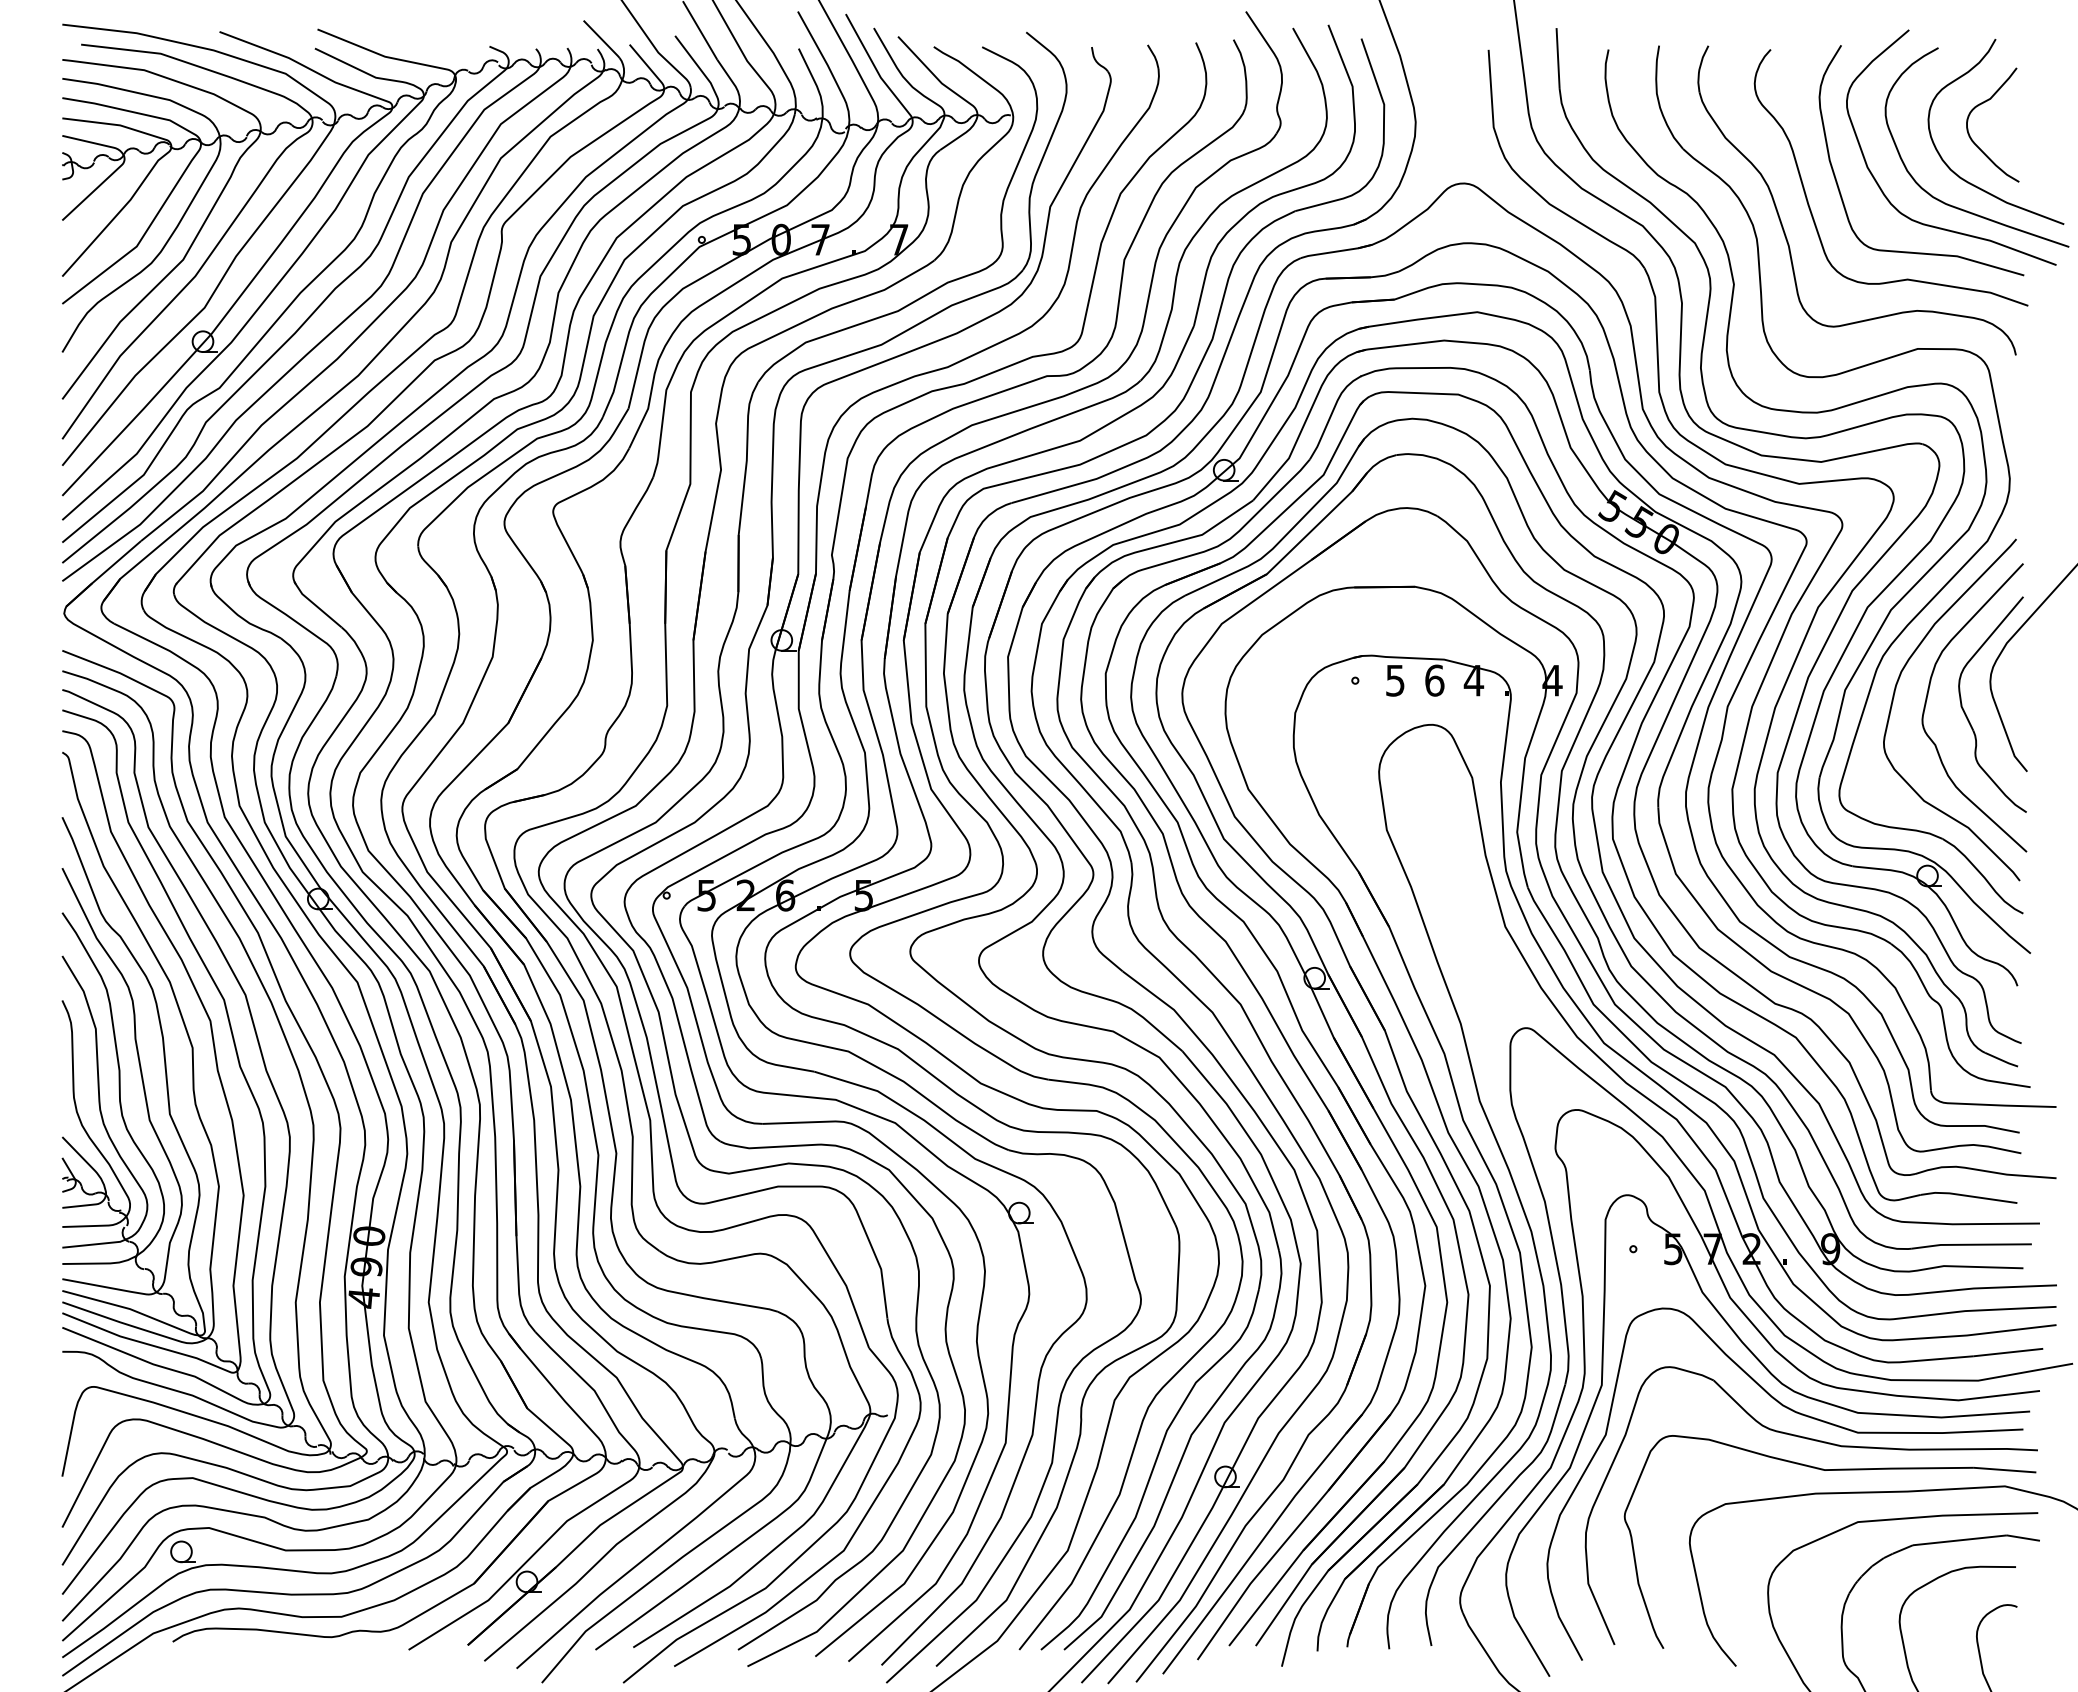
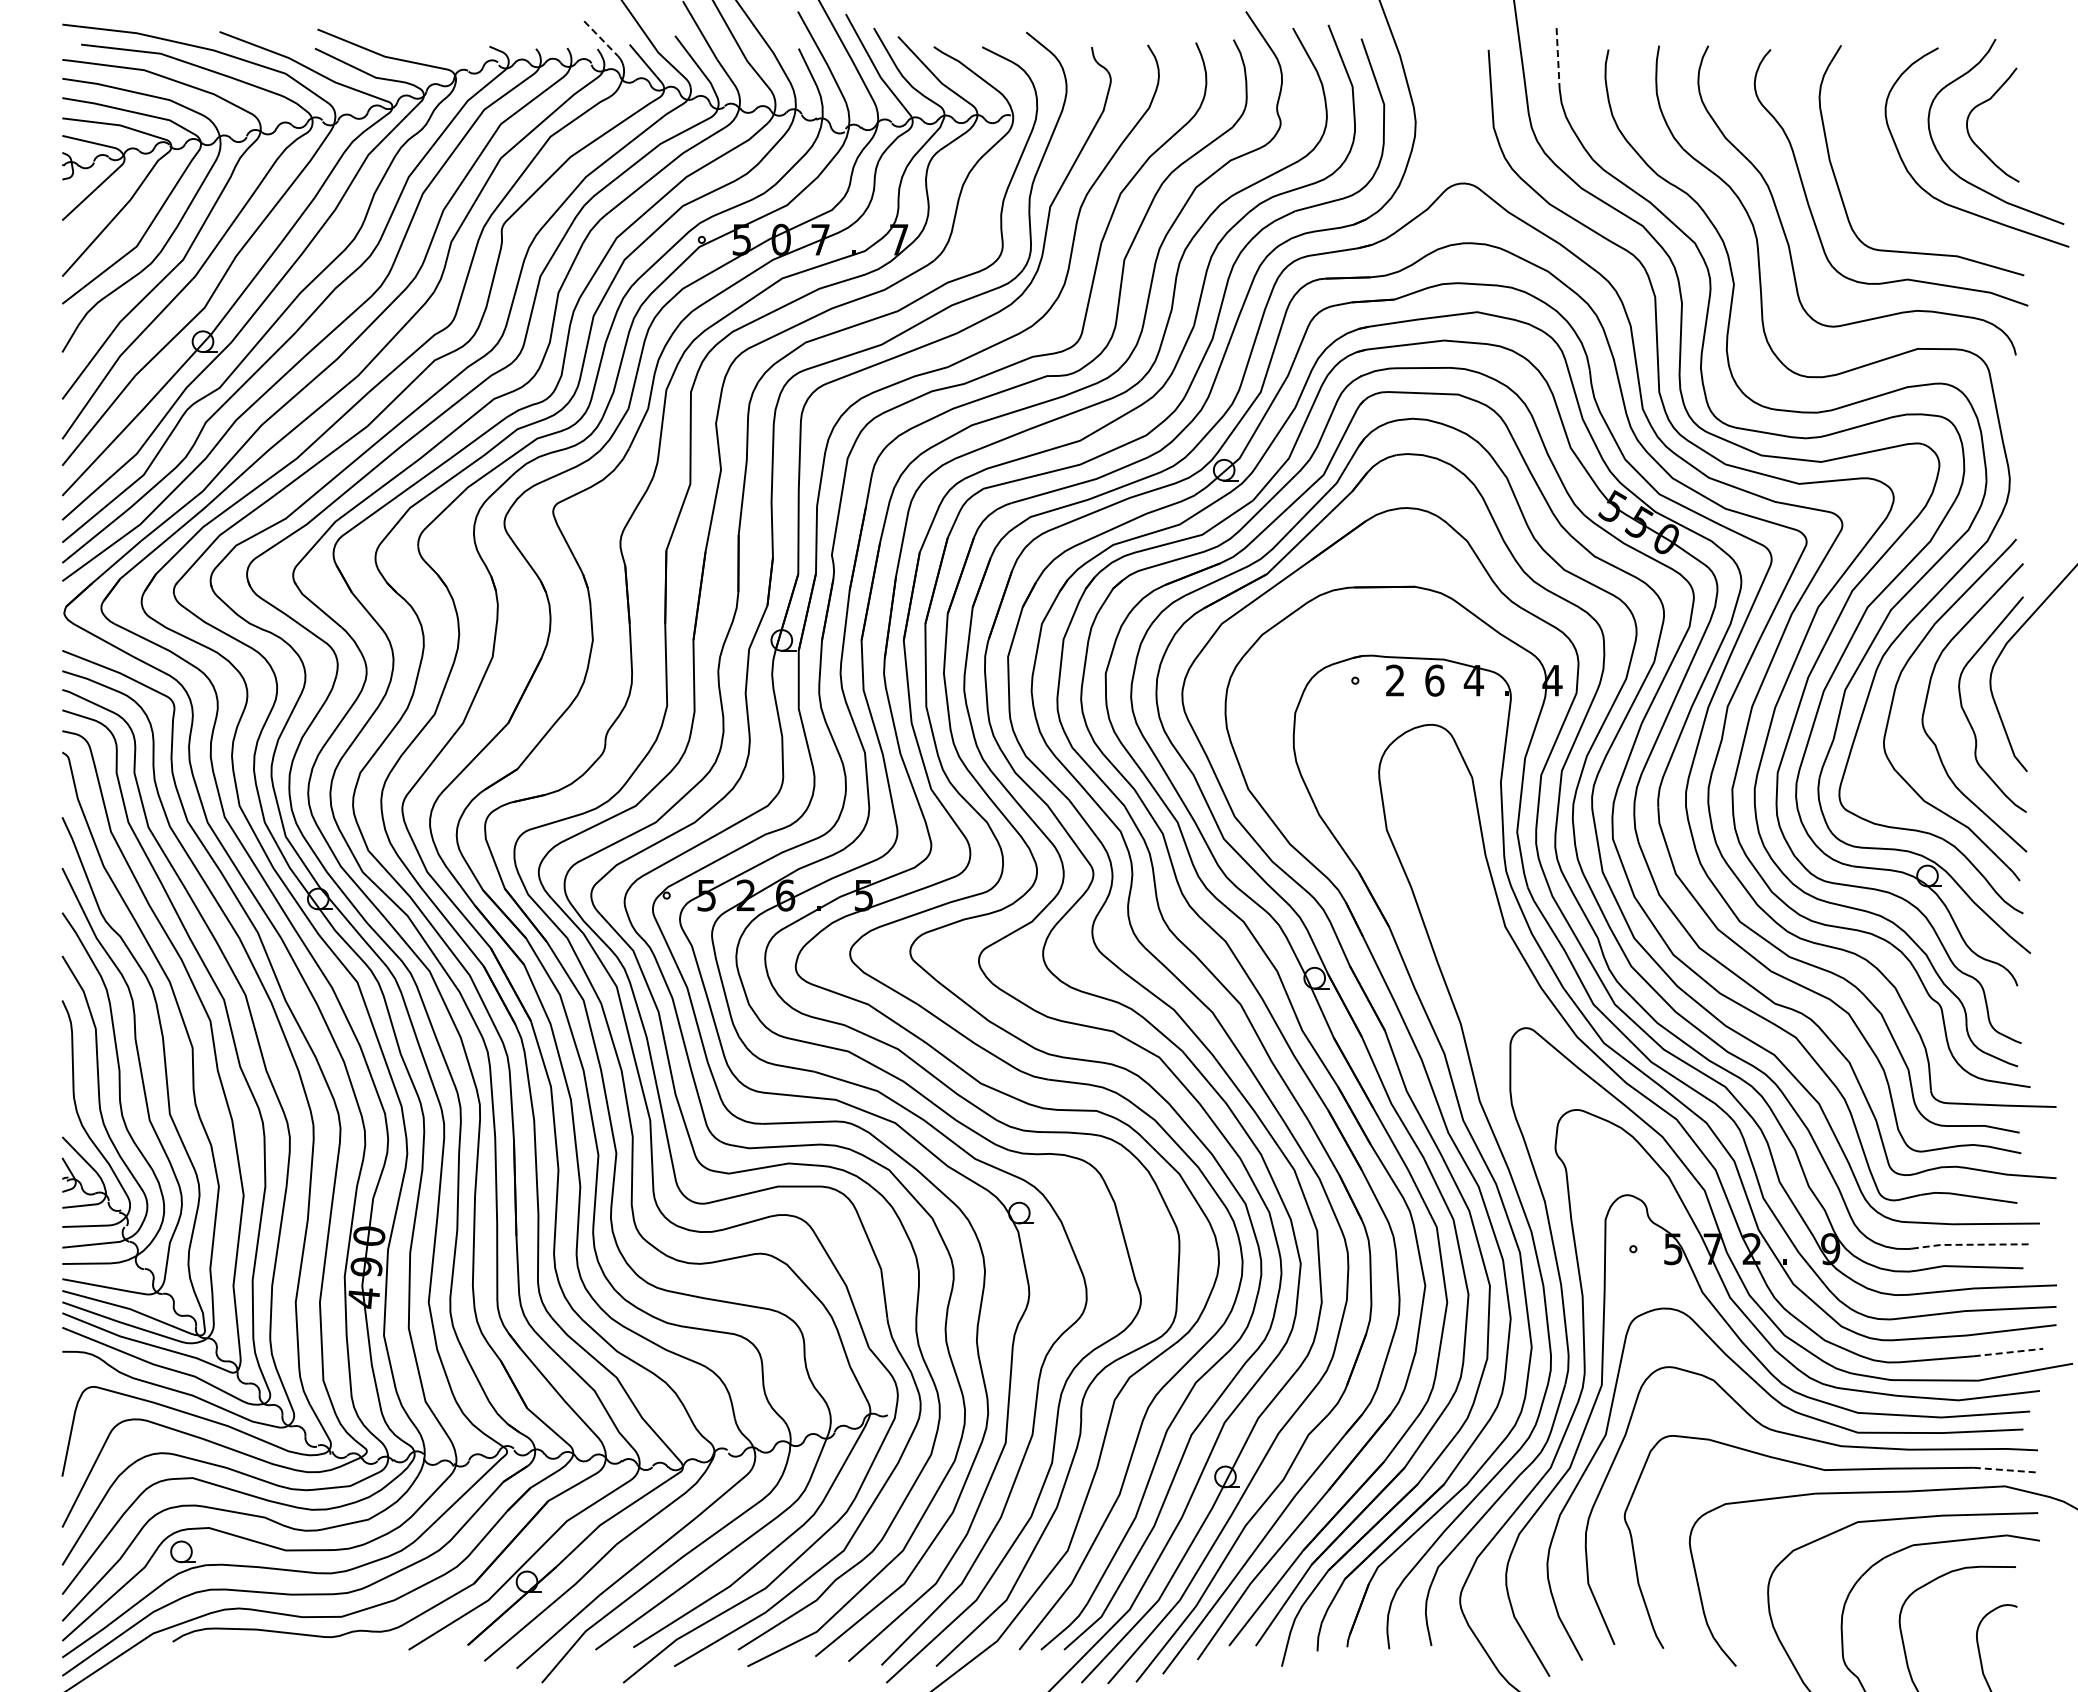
line at (602, 39): solid -> dashed
line at (1558, 59): solid -> dashed
curve at (1933, 225): present -> none
text at (1395, 680): 5 -> 2
line at (1971, 1244): solid -> dashed
line at (2008, 1352): solid -> dashed
line at (2005, 1470): solid -> dashed
